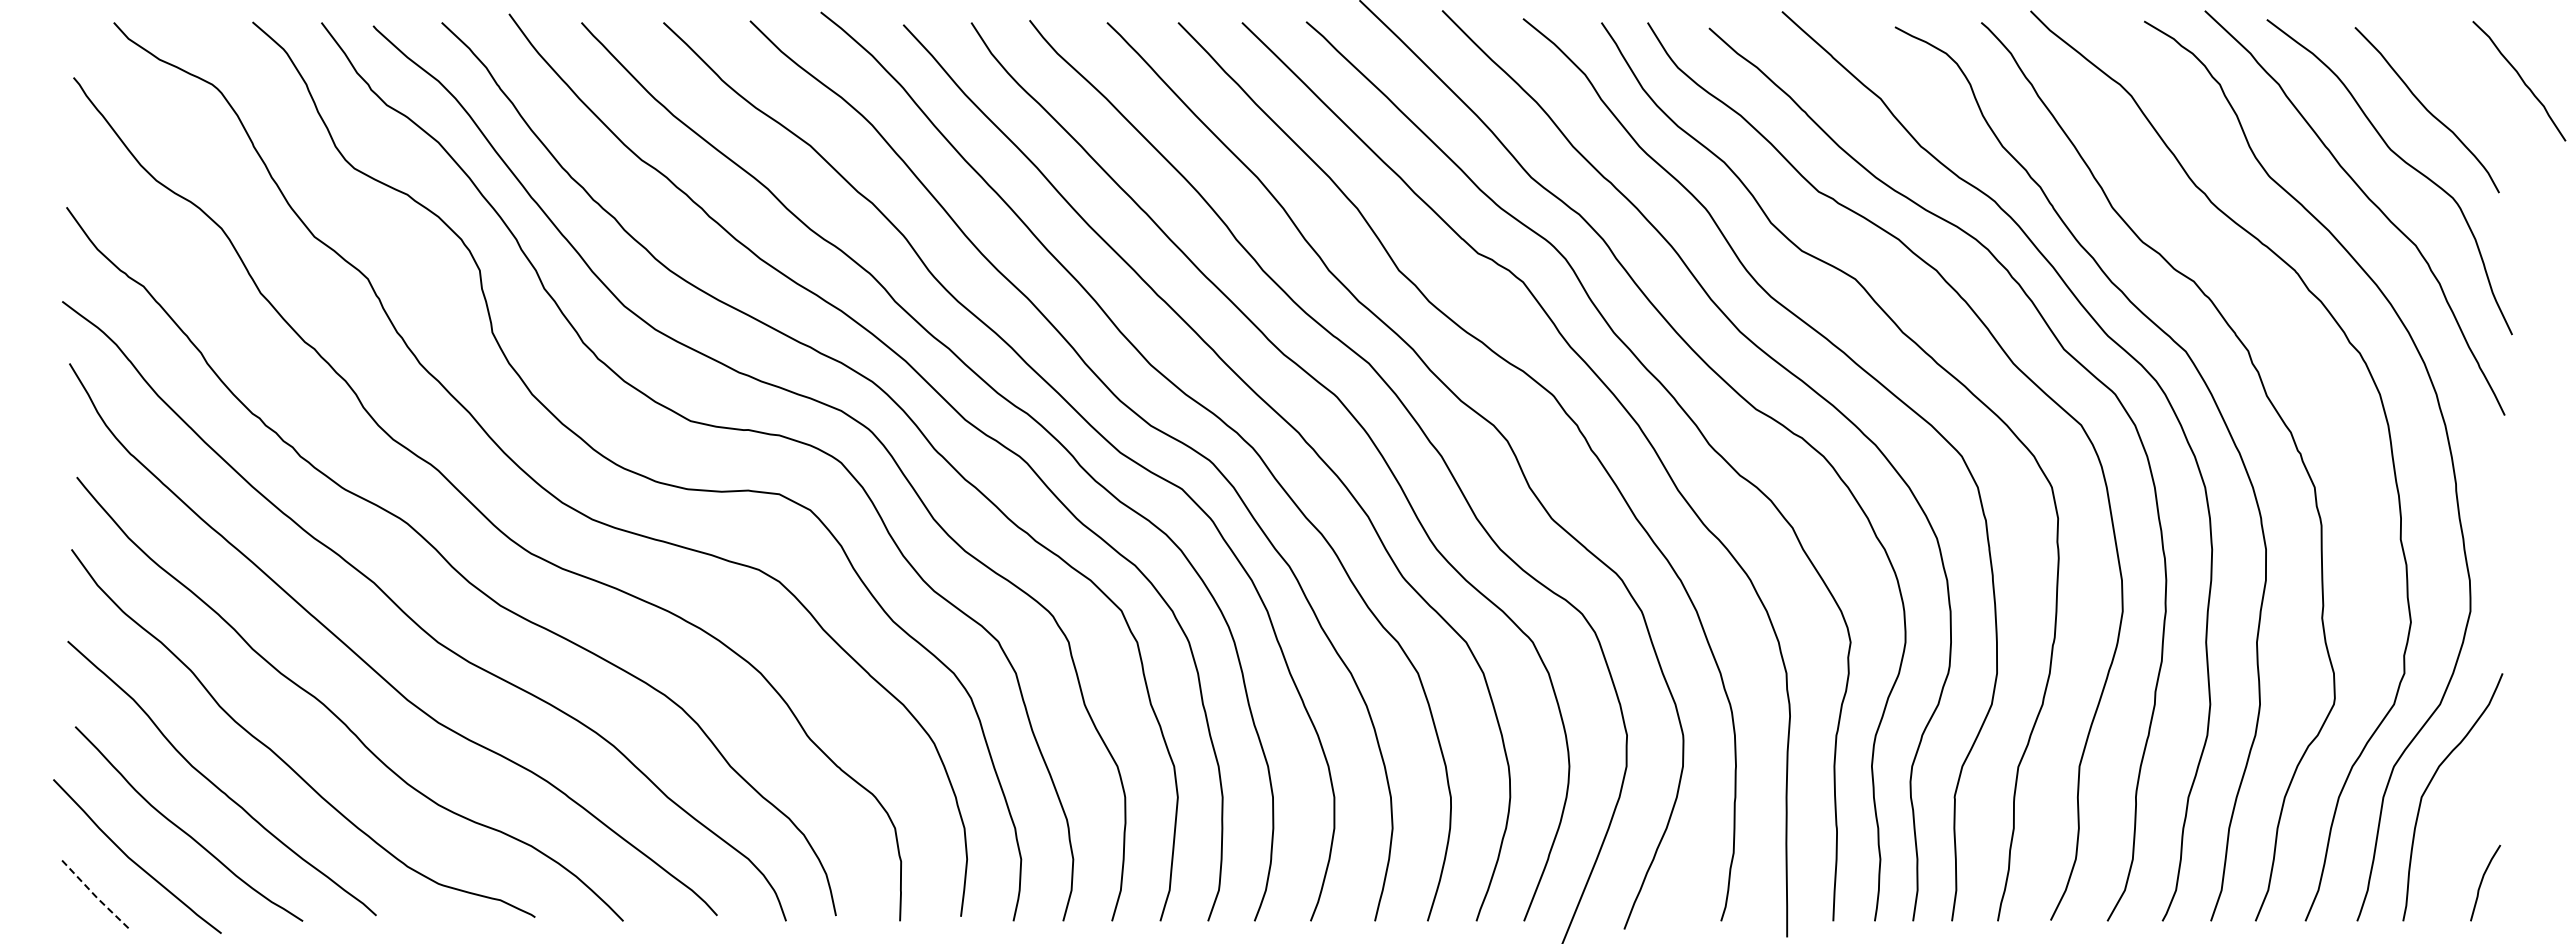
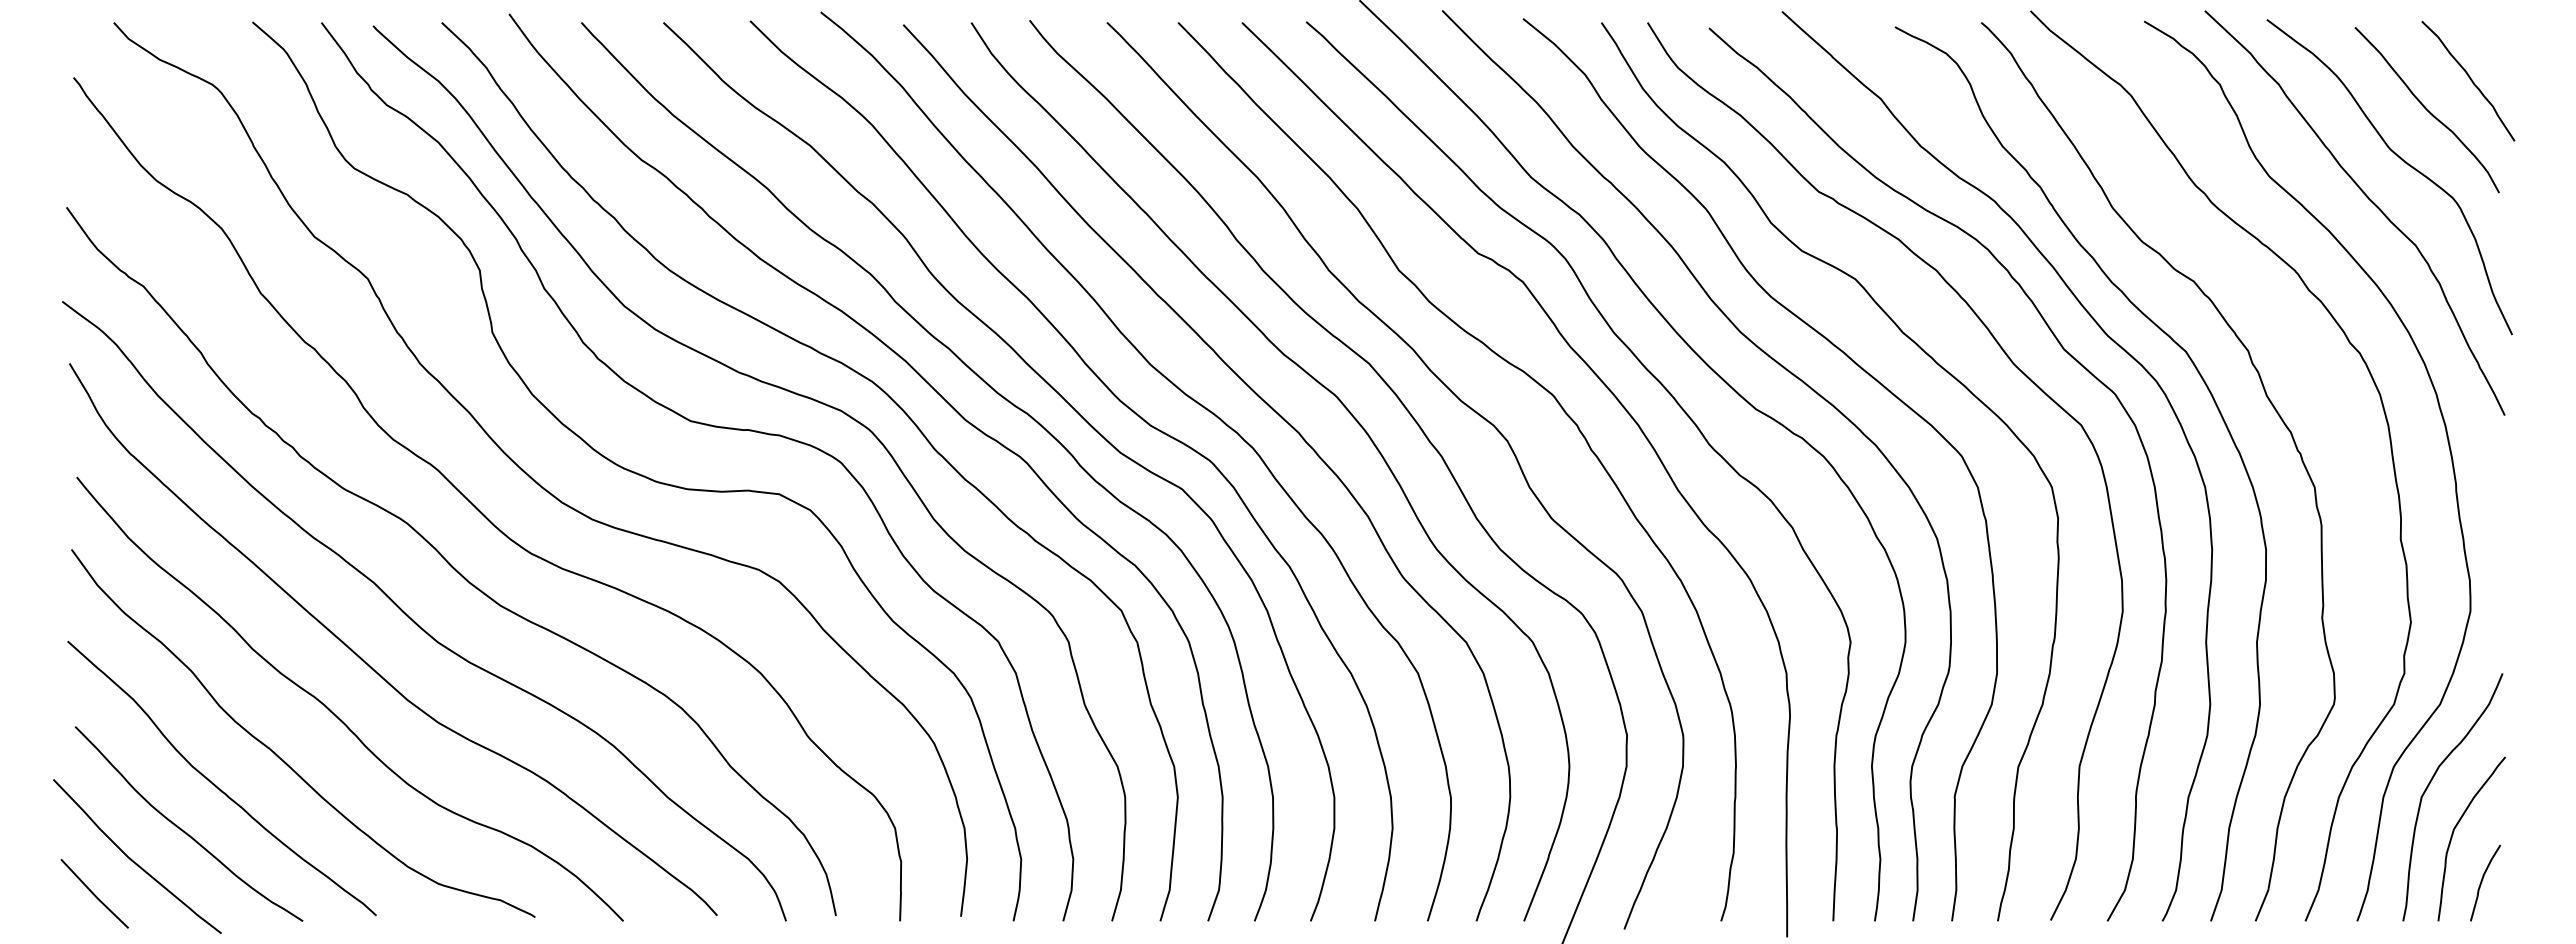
curve at (2521, 80) position: (2521, 80) -> (2470, 80)
curve at (2454, 831): none -> present
line at (94, 894): dashed -> solid
